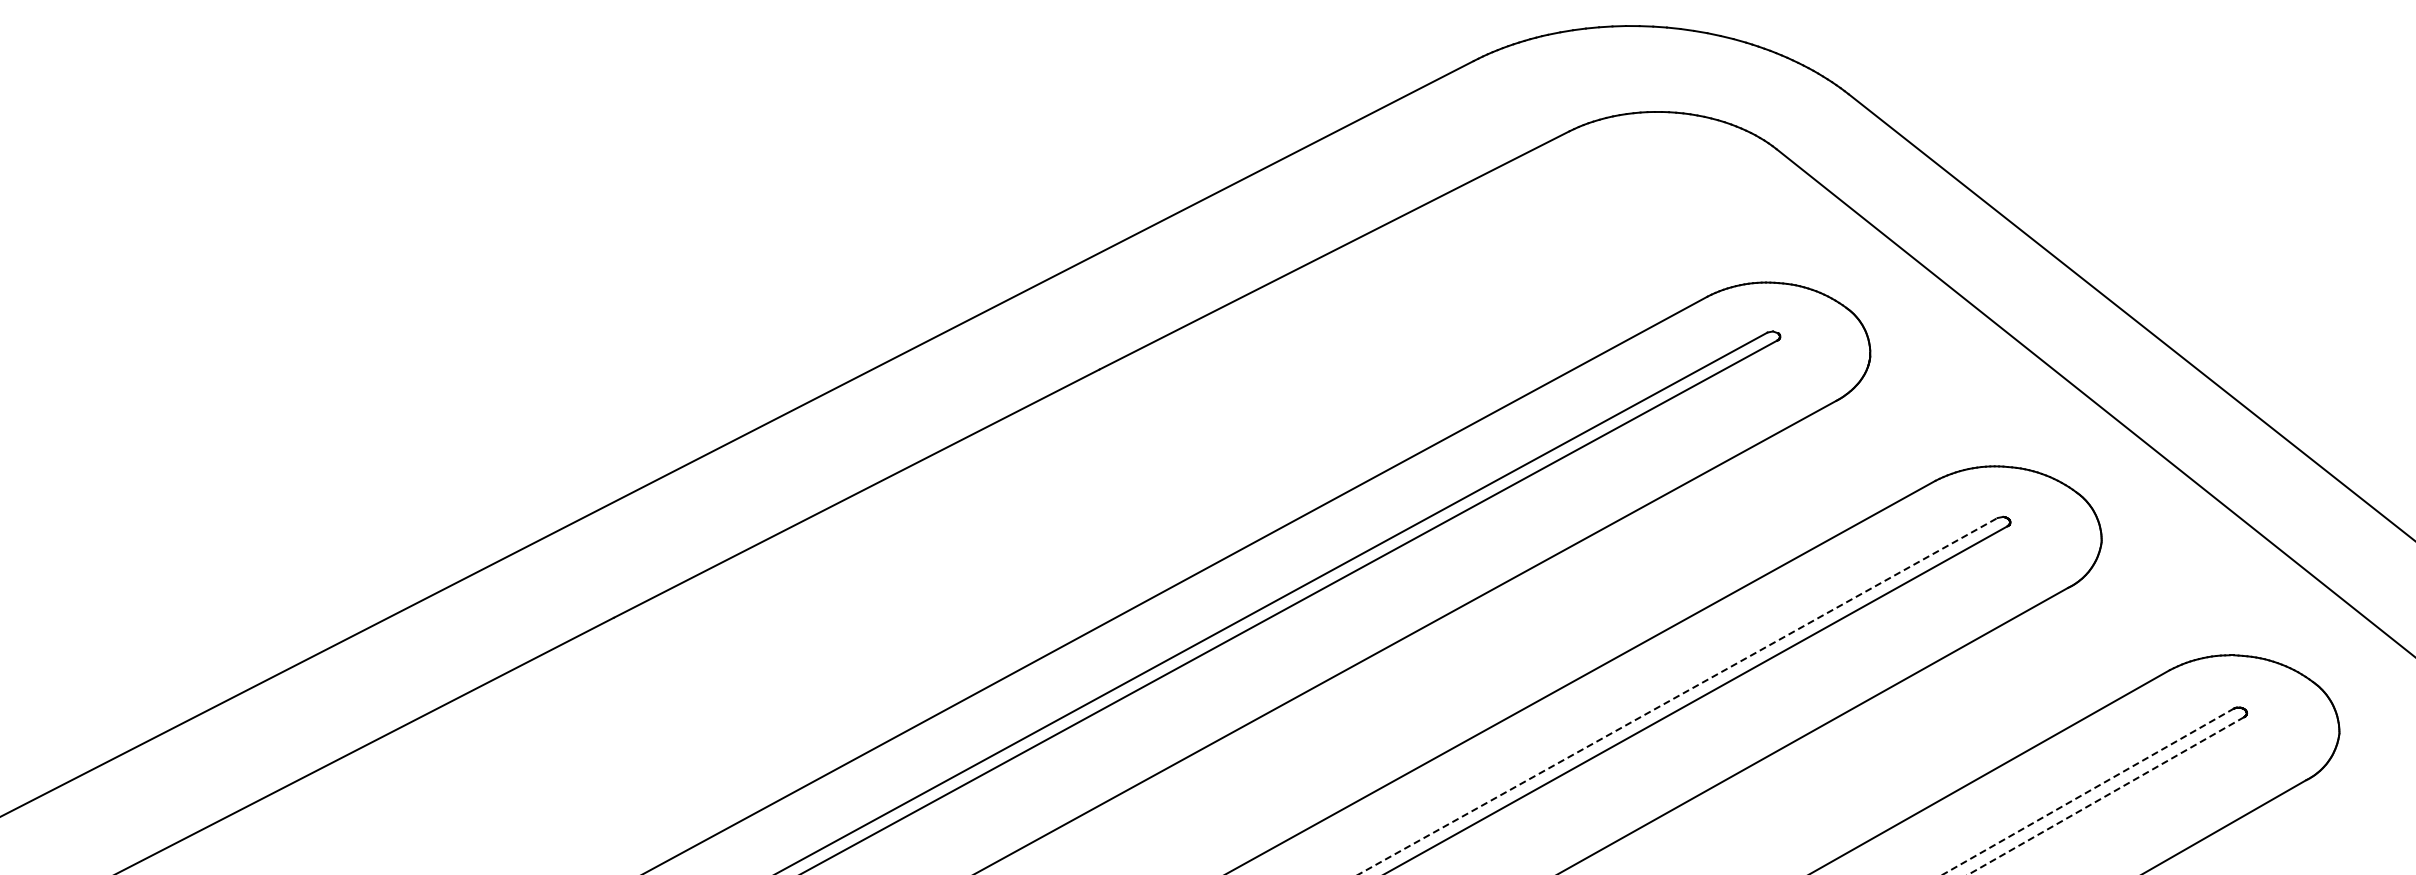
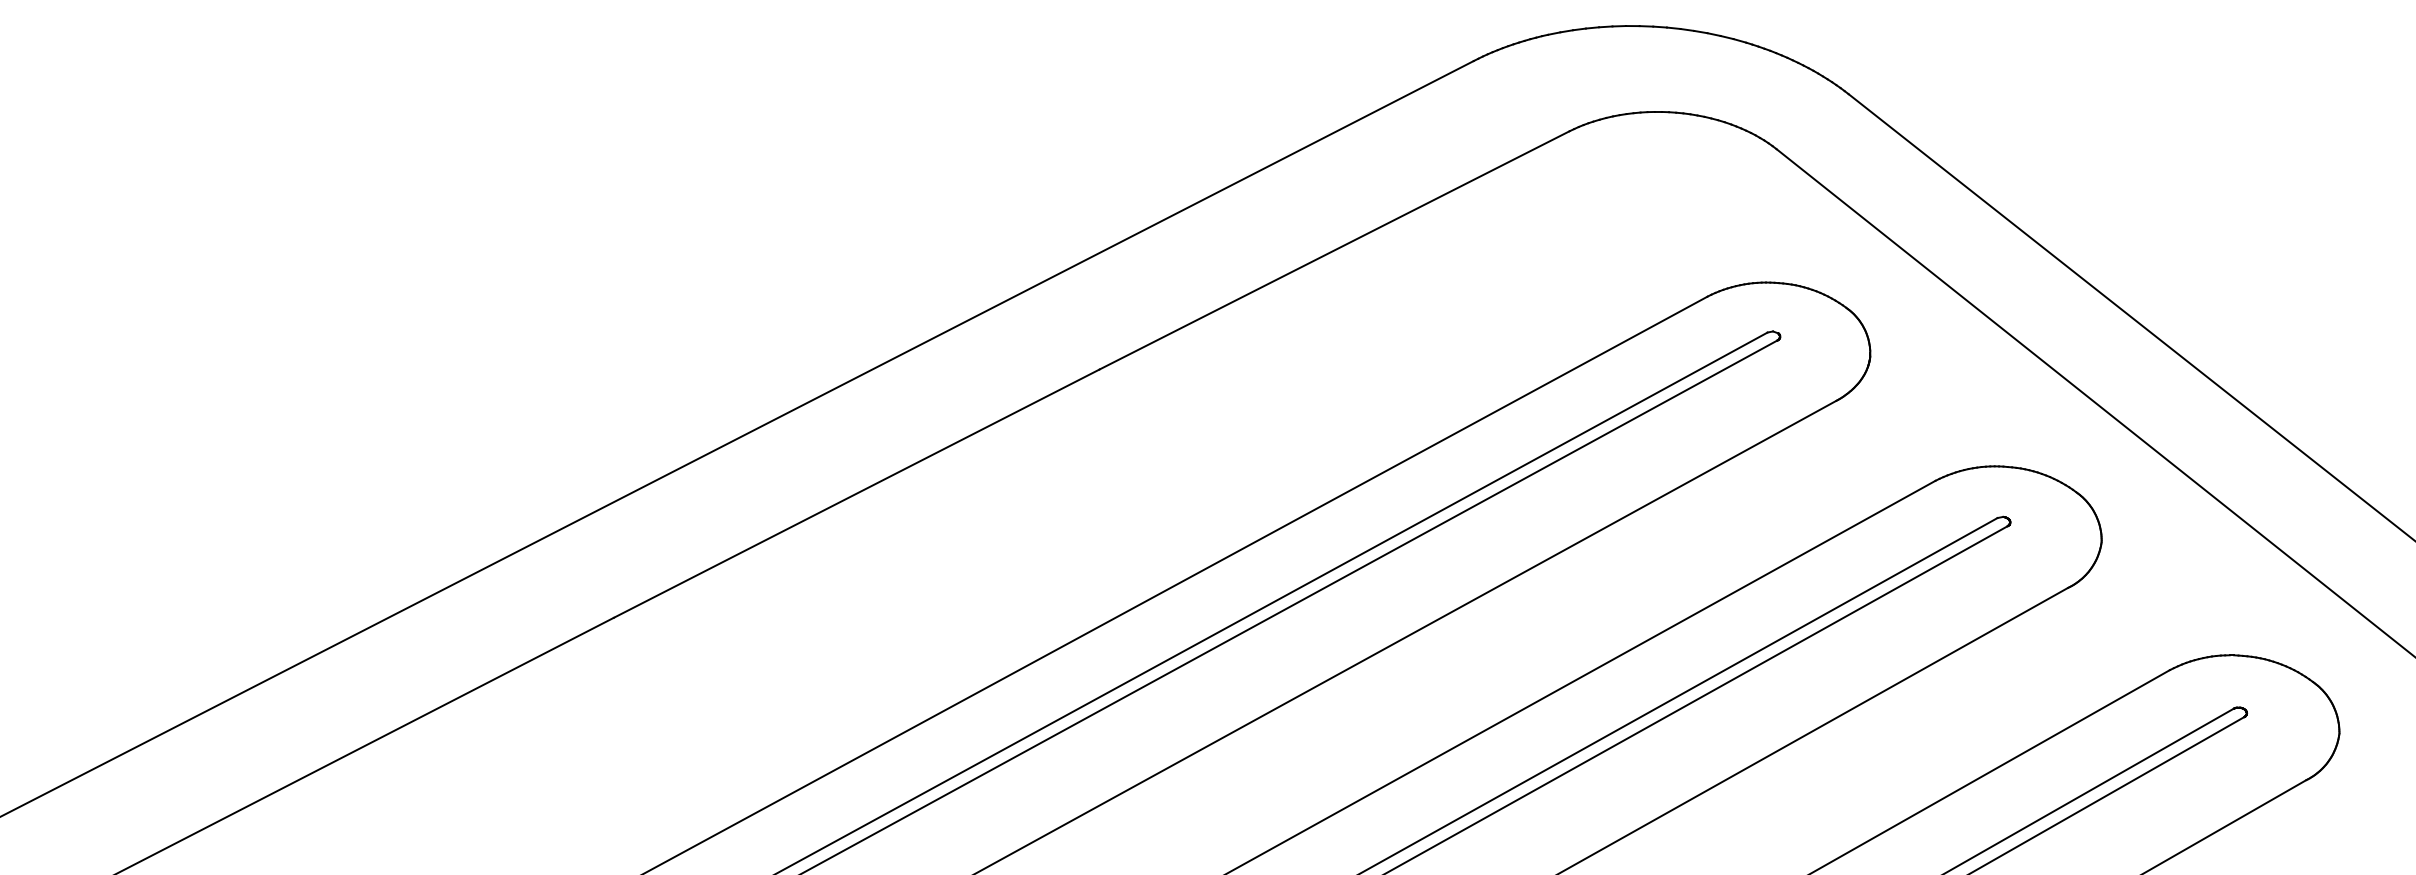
line at (1678, 696): dashed -> solid
line at (2088, 791): dashed -> solid
line at (2106, 795): dashed -> solid
